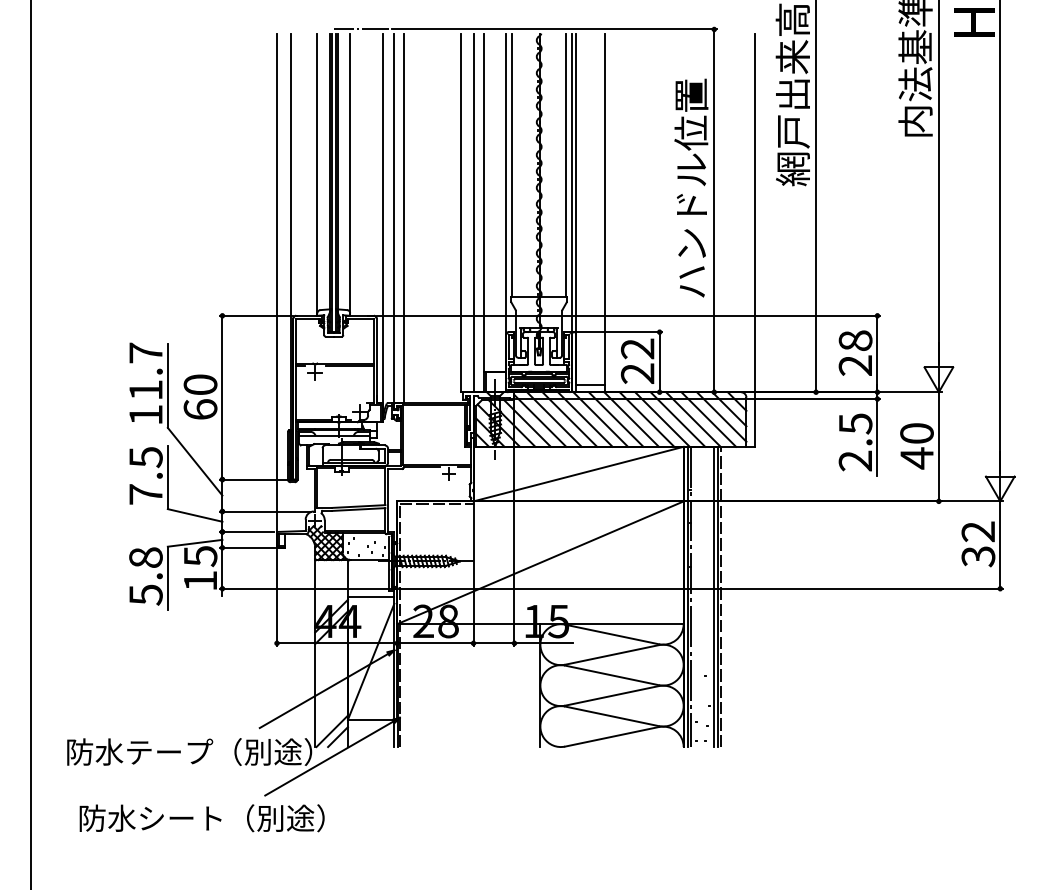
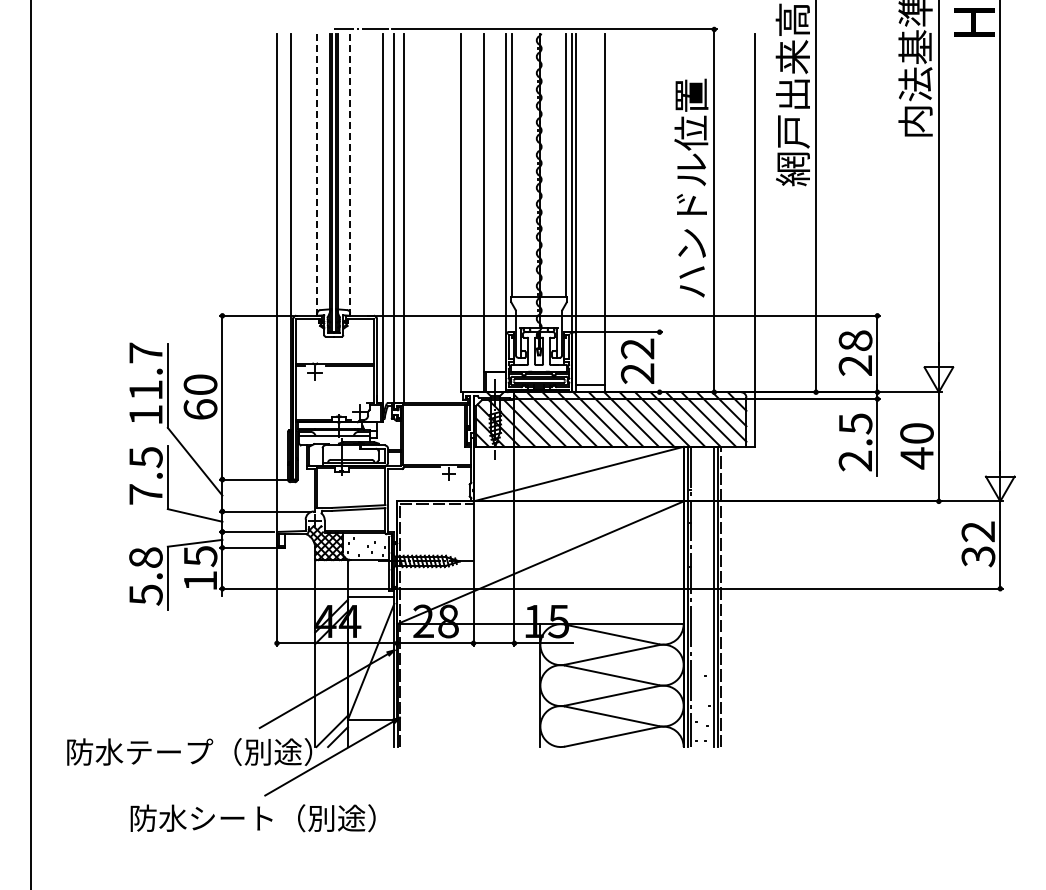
line at (350, 174): solid -> dashed
line at (317, 175): solid -> dashed
line at (474, 212): present -> none
line at (659, 362): present -> none
text at (201, 818) position: (201, 818) -> (252, 818)
